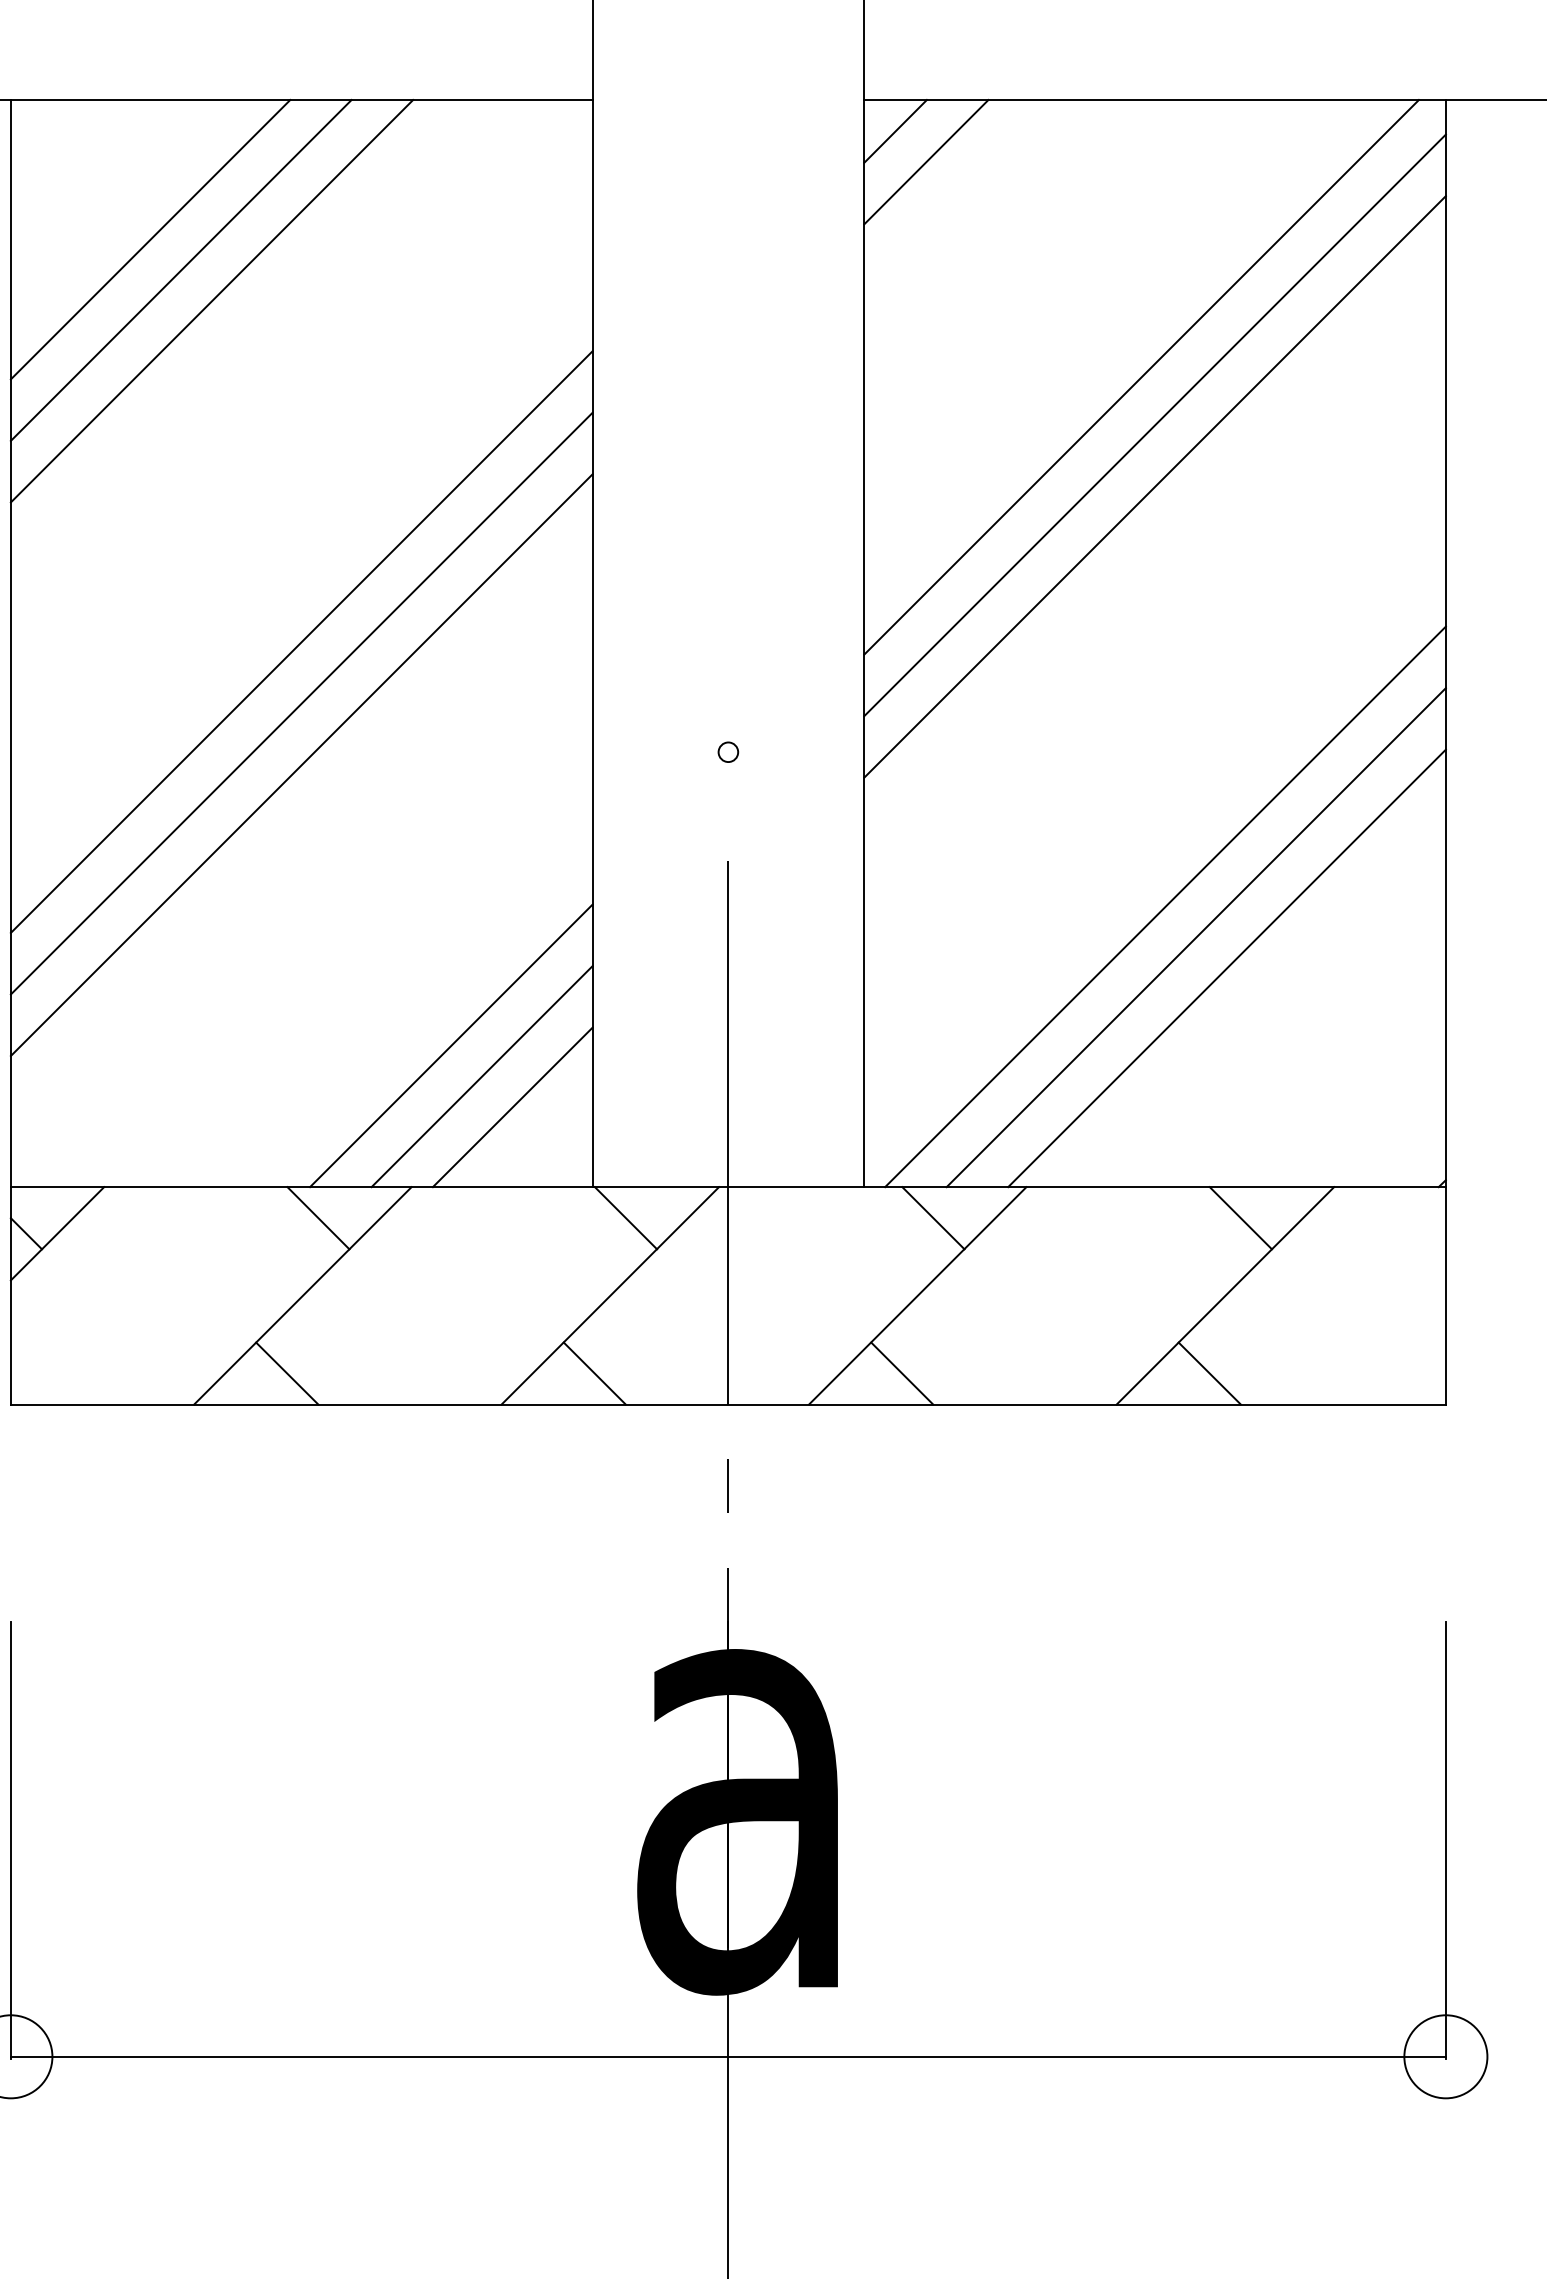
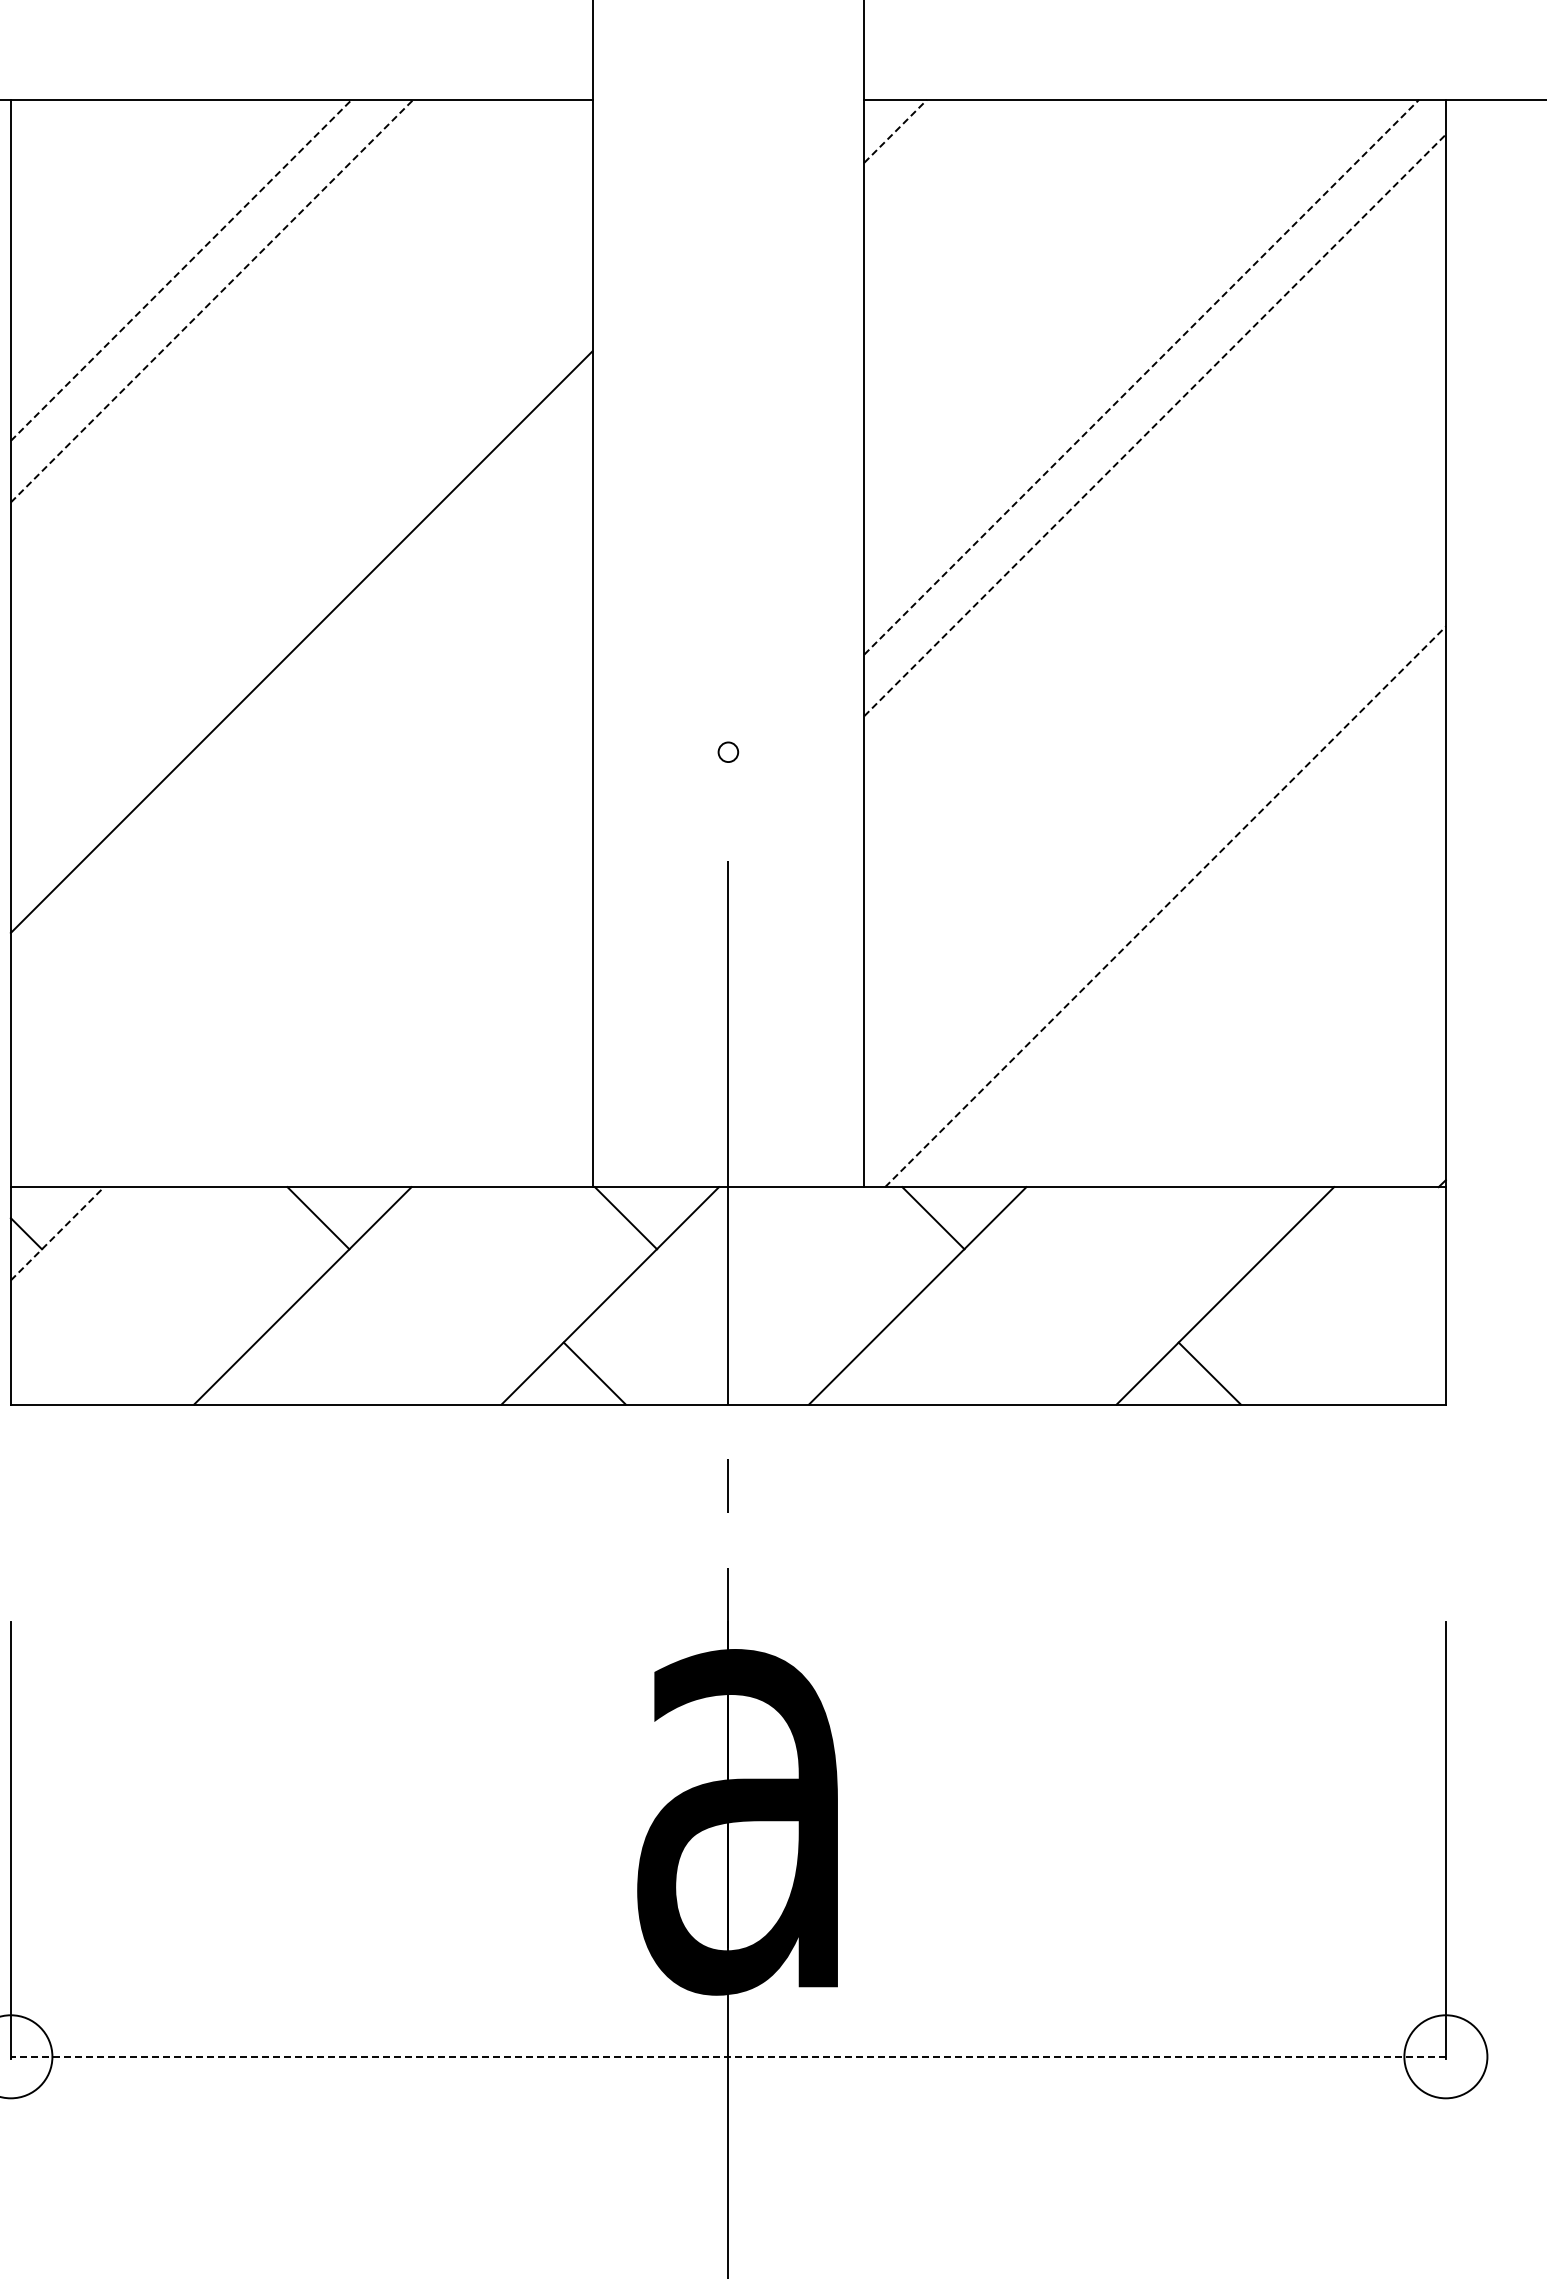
line at (895, 131): solid -> dashed
line at (926, 162): present -> none
line at (150, 239): present -> none
line at (181, 270): solid -> dashed
line at (212, 300): solid -> dashed
line at (1141, 376): solid -> dashed
line at (1155, 425): solid -> dashed
line at (1154, 486): present -> none
line at (301, 703): present -> none
line at (301, 765): present -> none
line at (1165, 906): solid -> dashed
line at (1195, 937): present -> none
line at (1226, 968): present -> none
line at (451, 1045): present -> none
line at (481, 1076): present -> none
line at (512, 1107): present -> none
line at (1240, 1218): present -> none
line at (57, 1233): solid -> dashed
line at (287, 1373): present -> none
line at (902, 1373): present -> none
line at (727, 2056): solid -> dashed
